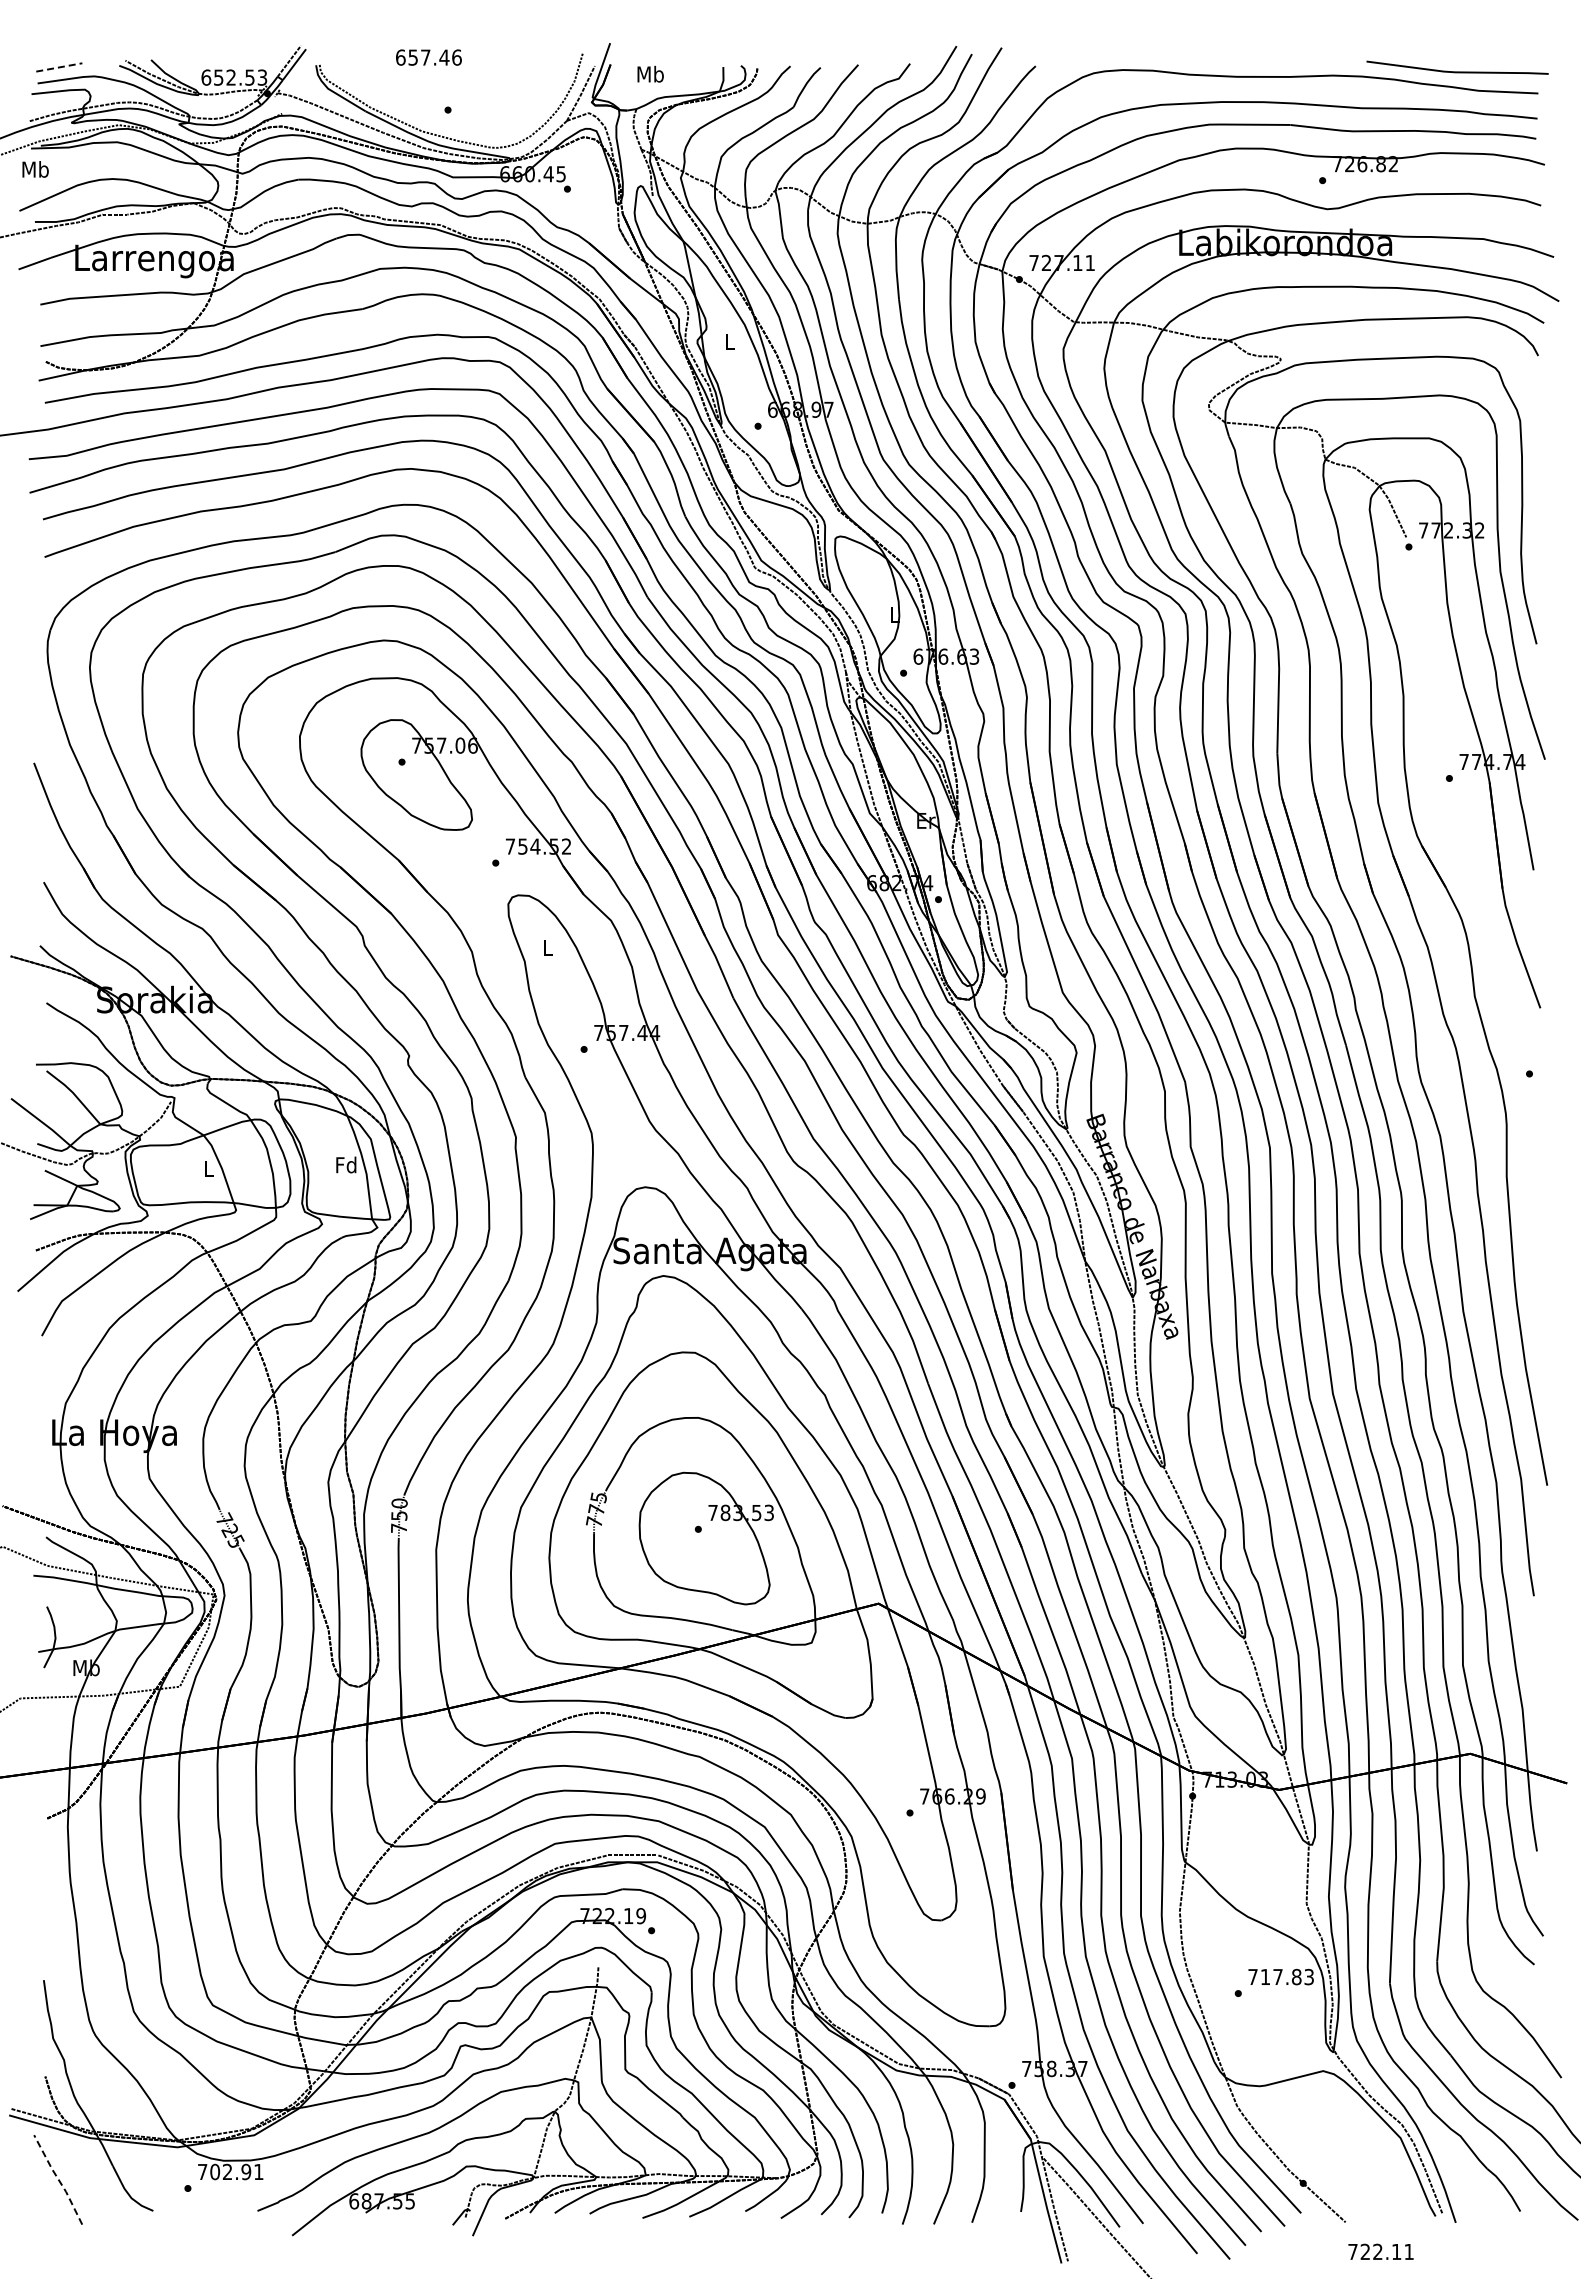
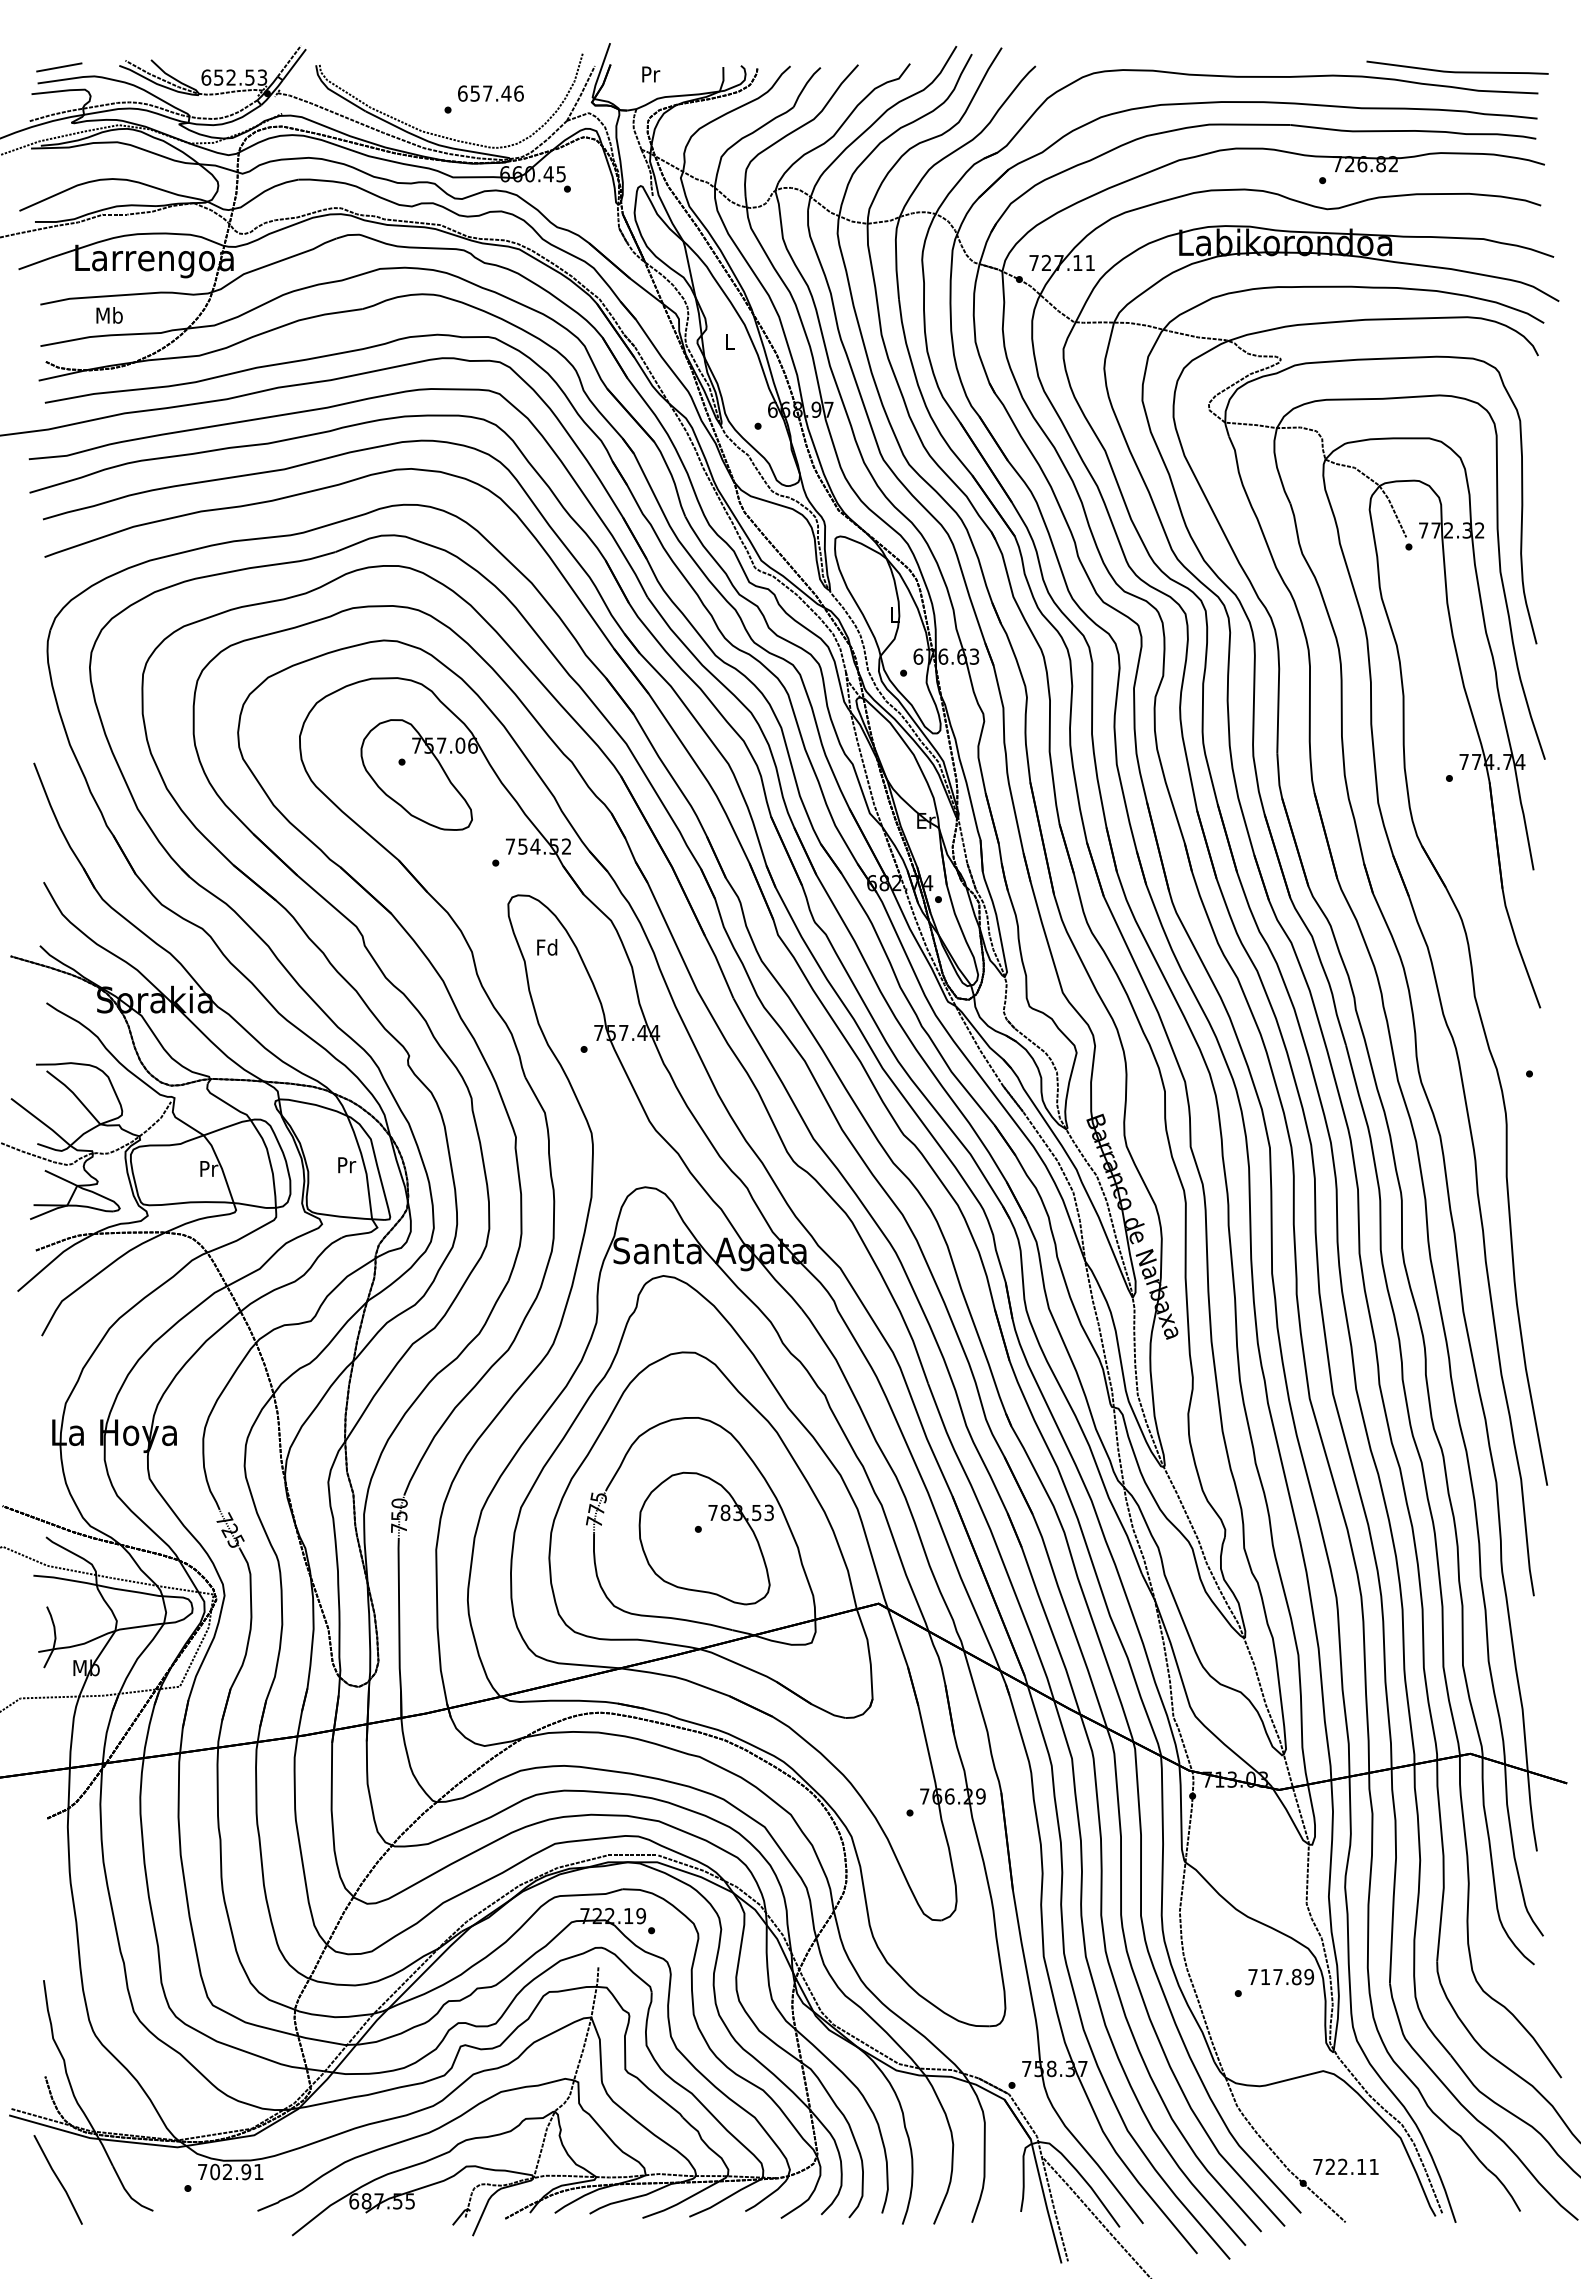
text at (428, 57) position: (428, 57) -> (490, 93)
line at (59, 67): dashed -> solid
text at (650, 73): Mb -> Pr
text at (35, 169) position: (35, 169) -> (109, 315)
text at (547, 947): L -> Fd
text at (346, 1164): Fd -> Pr
text at (209, 1168): L -> Pr
text at (1309, 1977): 717.83 -> 717.89
line at (58, 2179): dashed -> solid
text at (1380, 2251) position: (1380, 2251) -> (1345, 2166)
